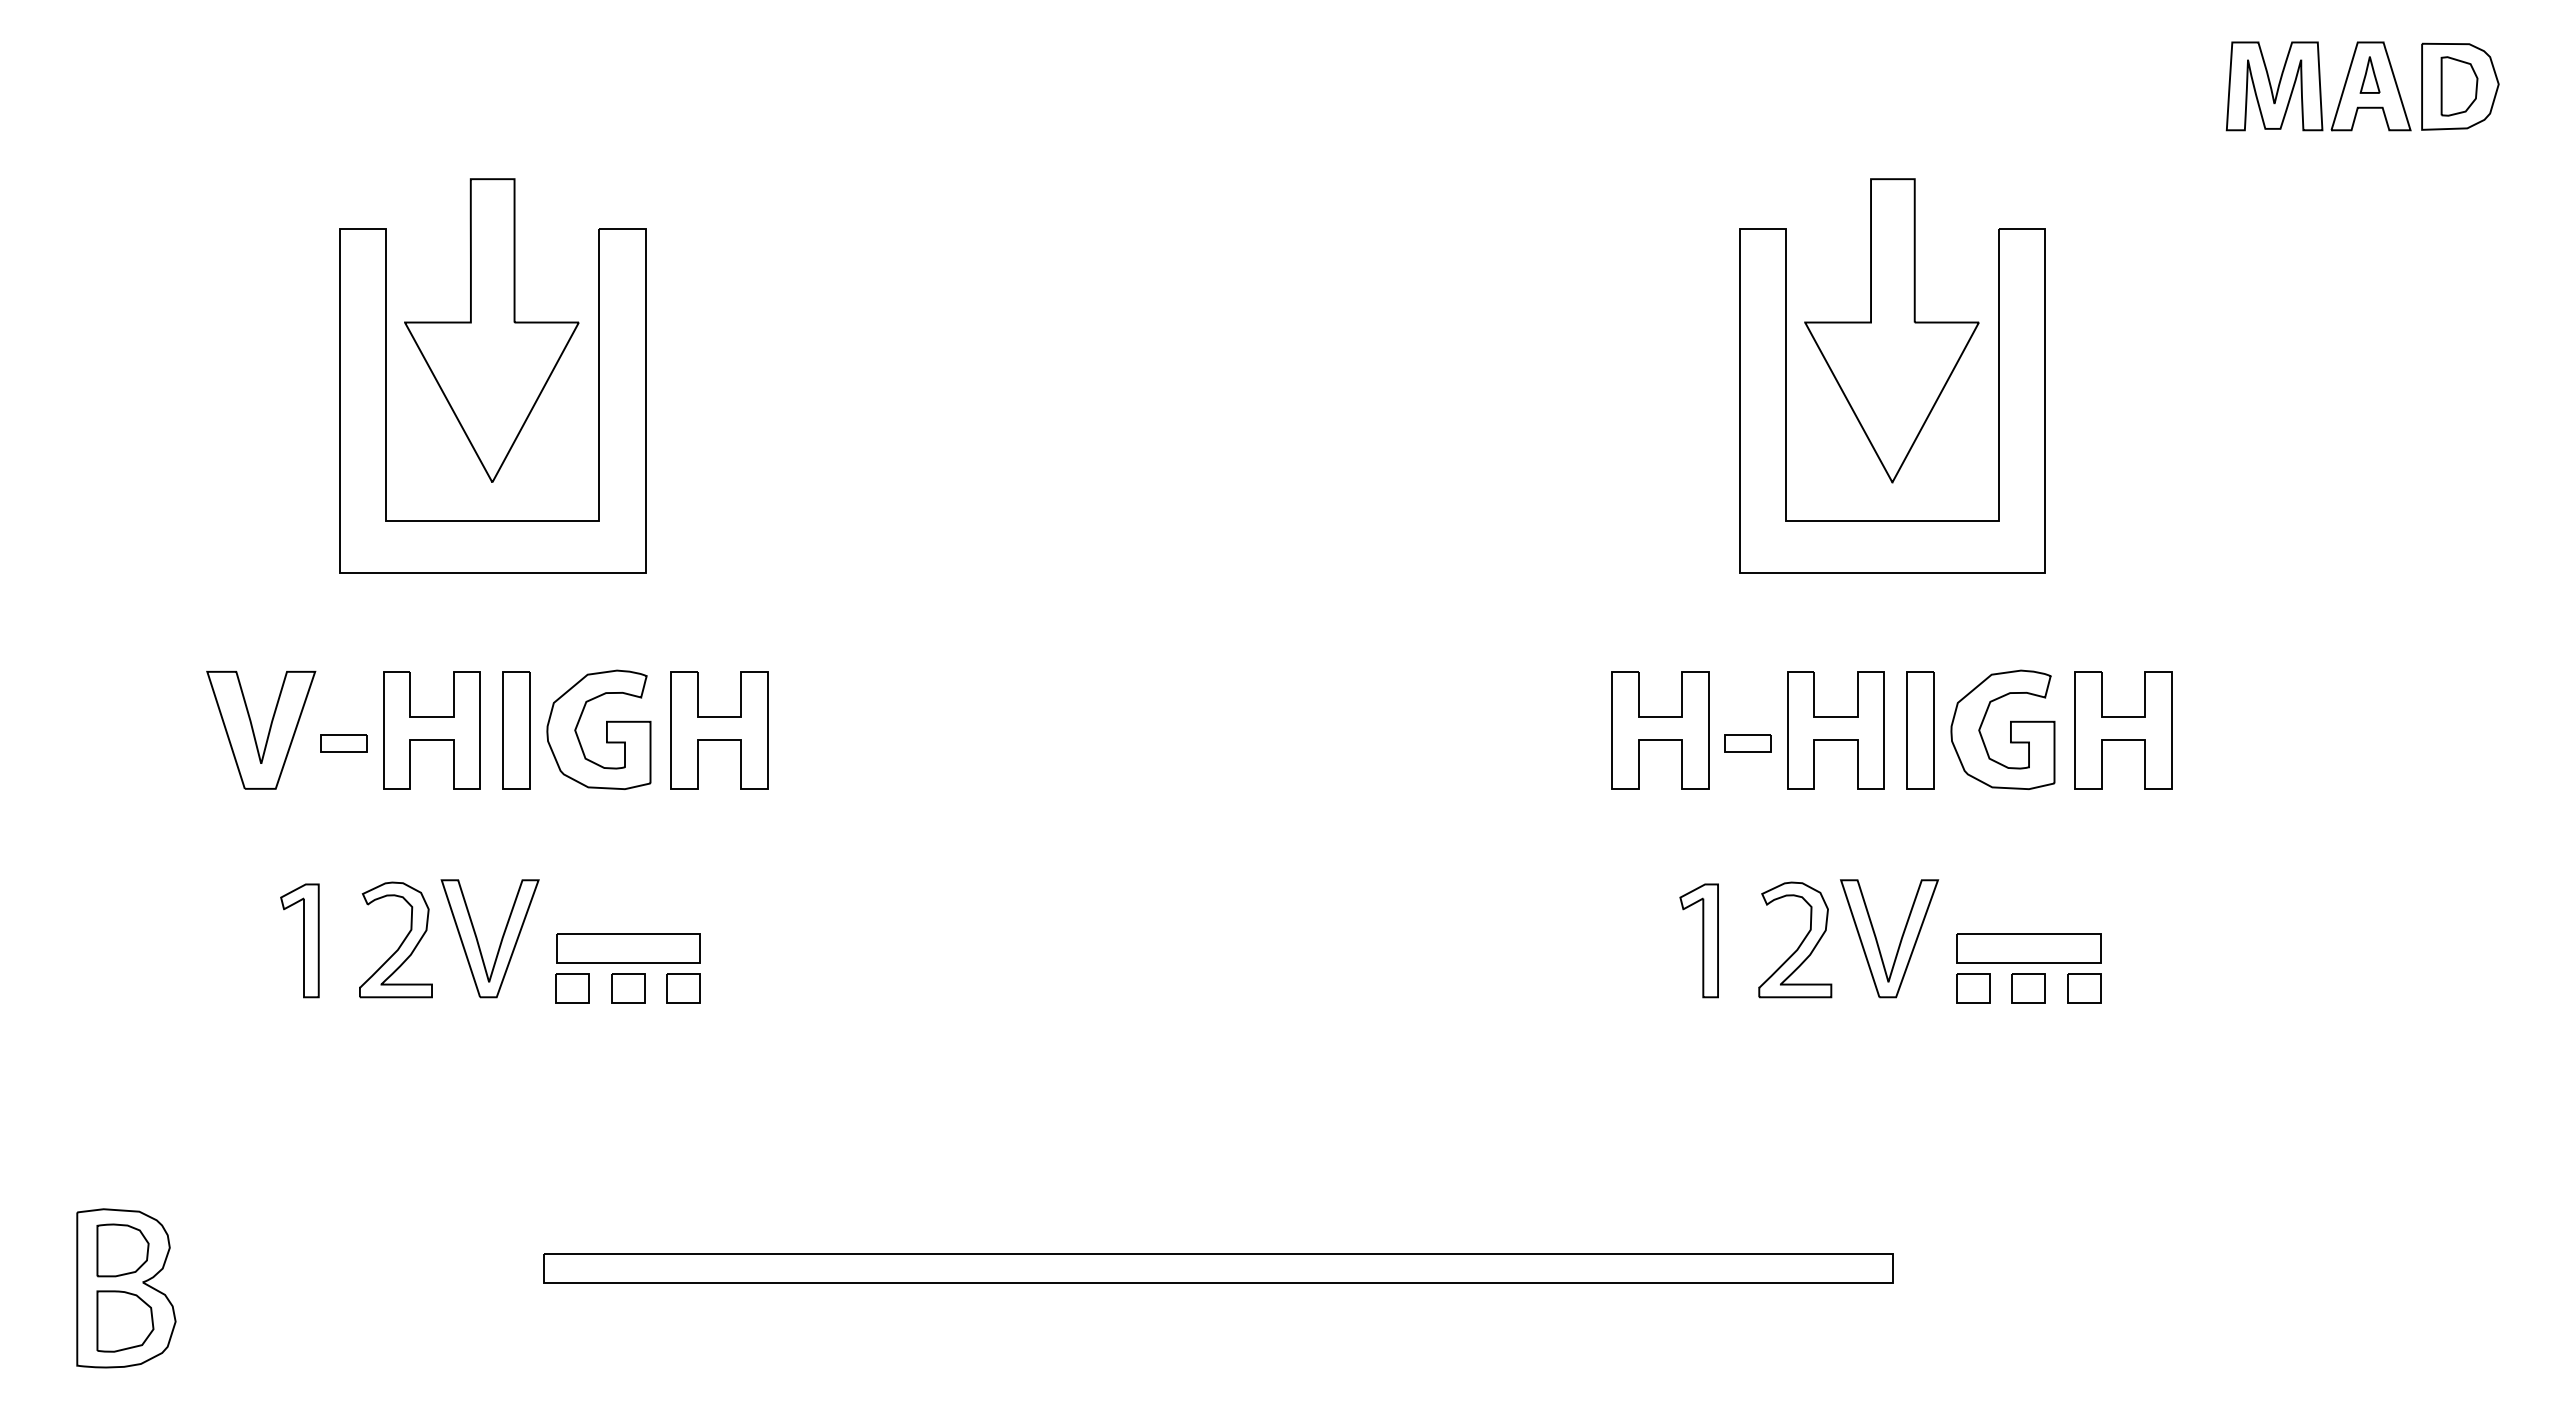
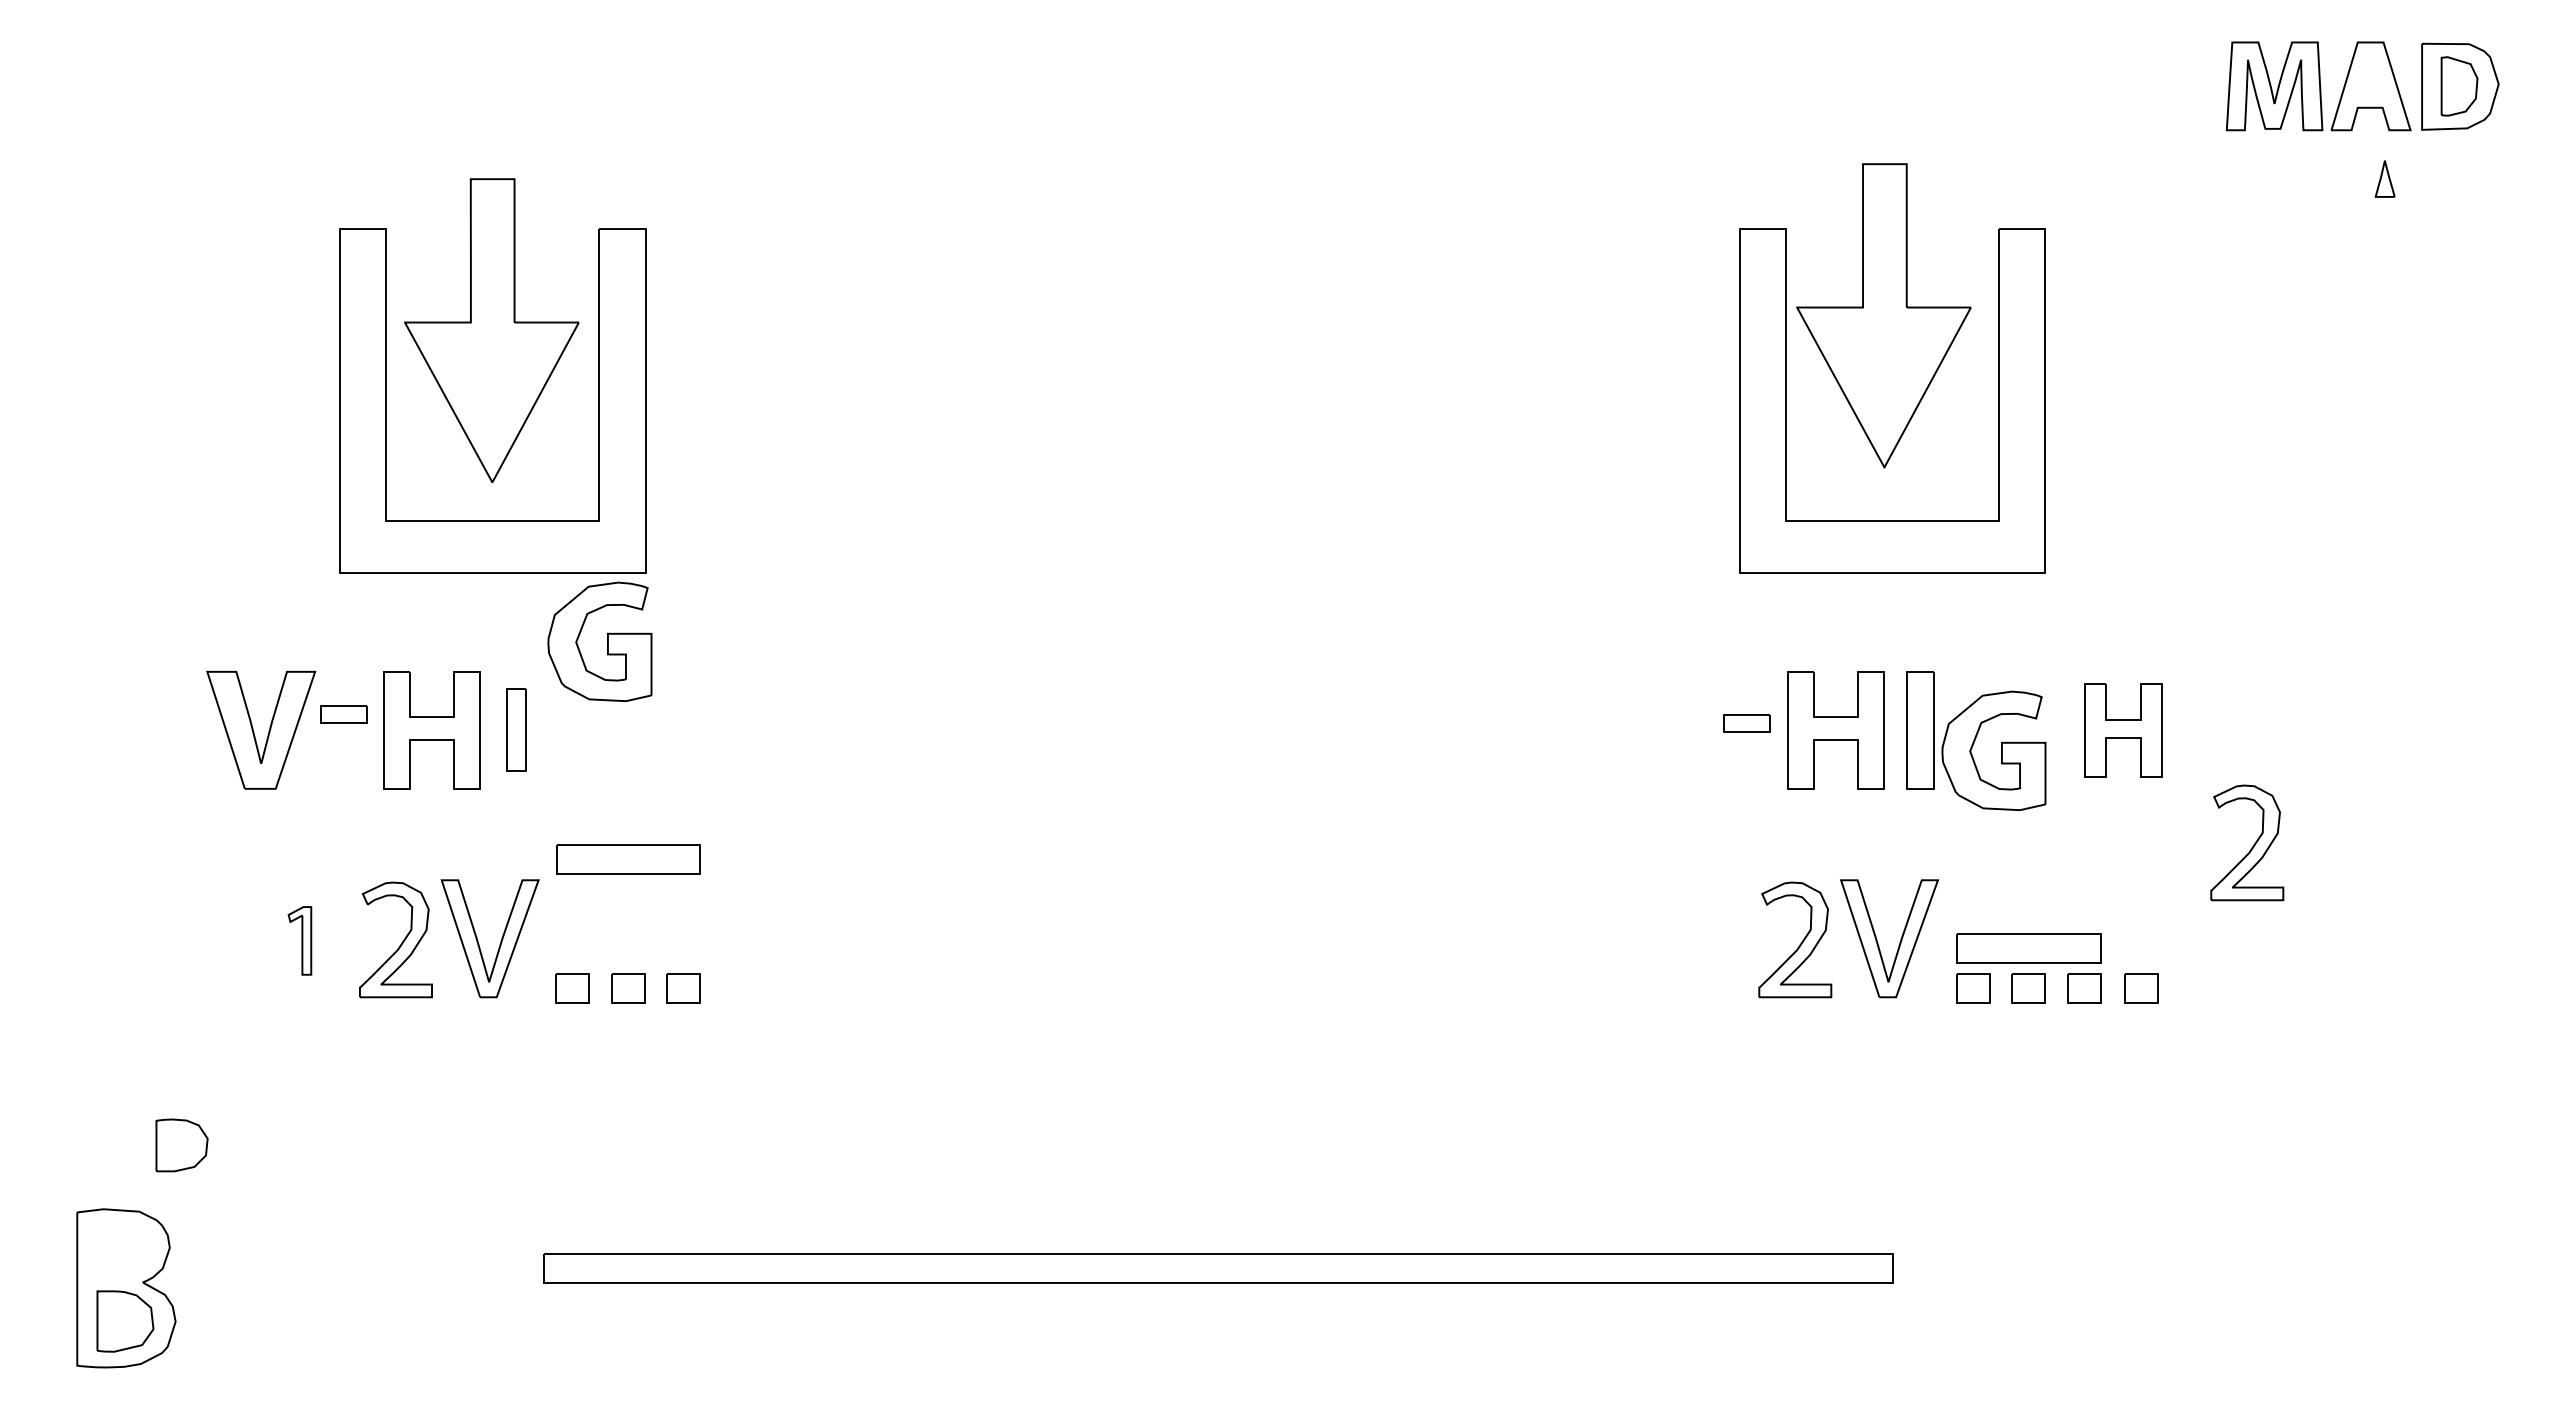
part at (2369, 74) position: (2369, 74) -> (2384, 178)
part at (1891, 330) position: (1891, 330) -> (1883, 315)
part at (606, 729) position: (606, 729) -> (607, 641)
part at (2010, 729) position: (2010, 729) -> (2001, 750)
part at (516, 730) size: 29x119 px -> 21x84 px
part at (719, 730): present -> none
part at (1660, 730): present -> none
part at (2123, 730) size: 99x119 px -> 79x95 px
part at (343, 743) position: (343, 743) -> (343, 714)
part at (1747, 743) position: (1747, 743) -> (1746, 723)
part at (2253, 844): none -> present
part at (299, 940) size: 40x116 px -> 26x70 px
part at (1698, 940): present -> none
part at (628, 948) position: (628, 948) -> (628, 859)
part at (2141, 988): none -> present
part at (122, 1250) position: (122, 1250) -> (181, 1145)
